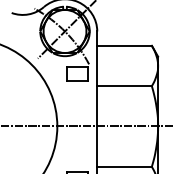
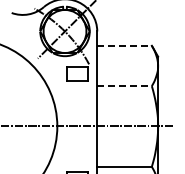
line at (125, 45): solid -> dashed
line at (125, 86): solid -> dashed
